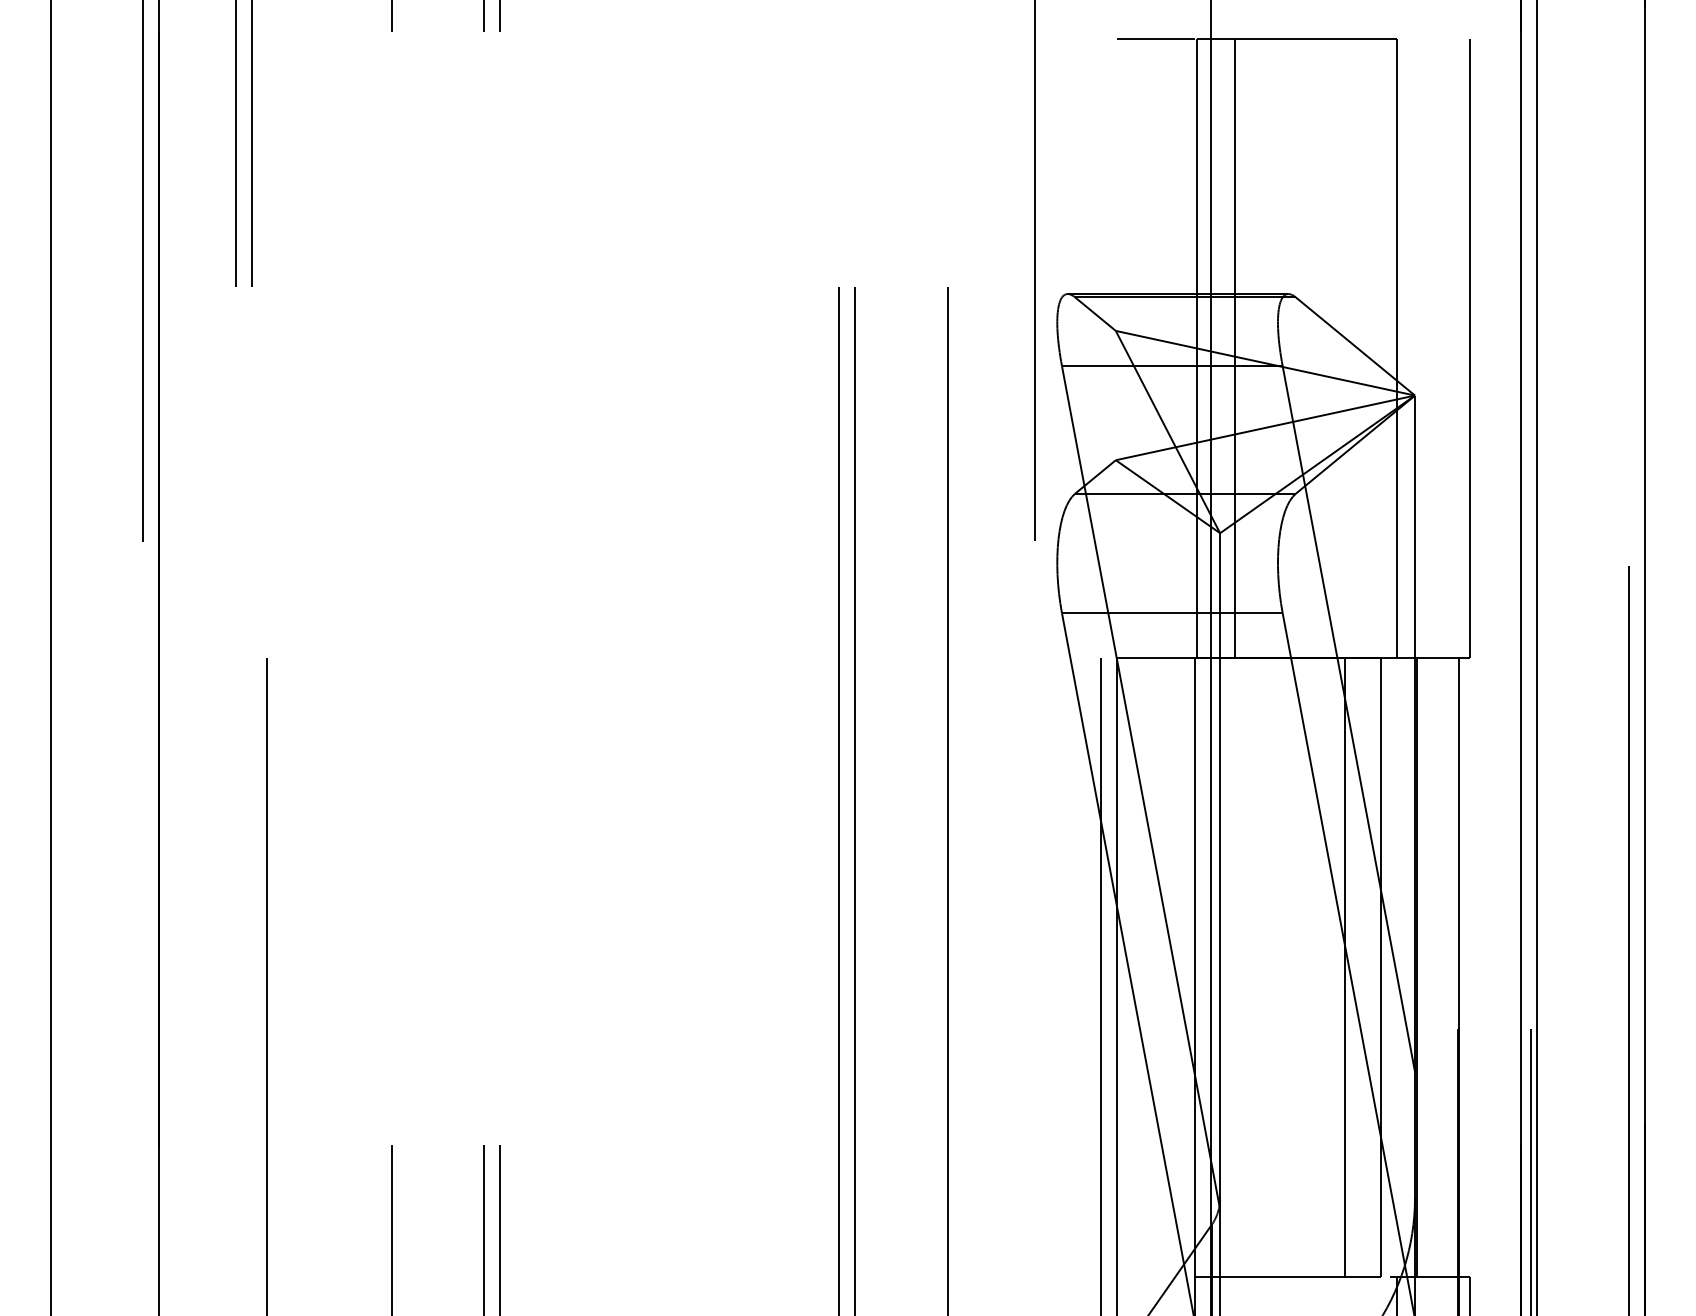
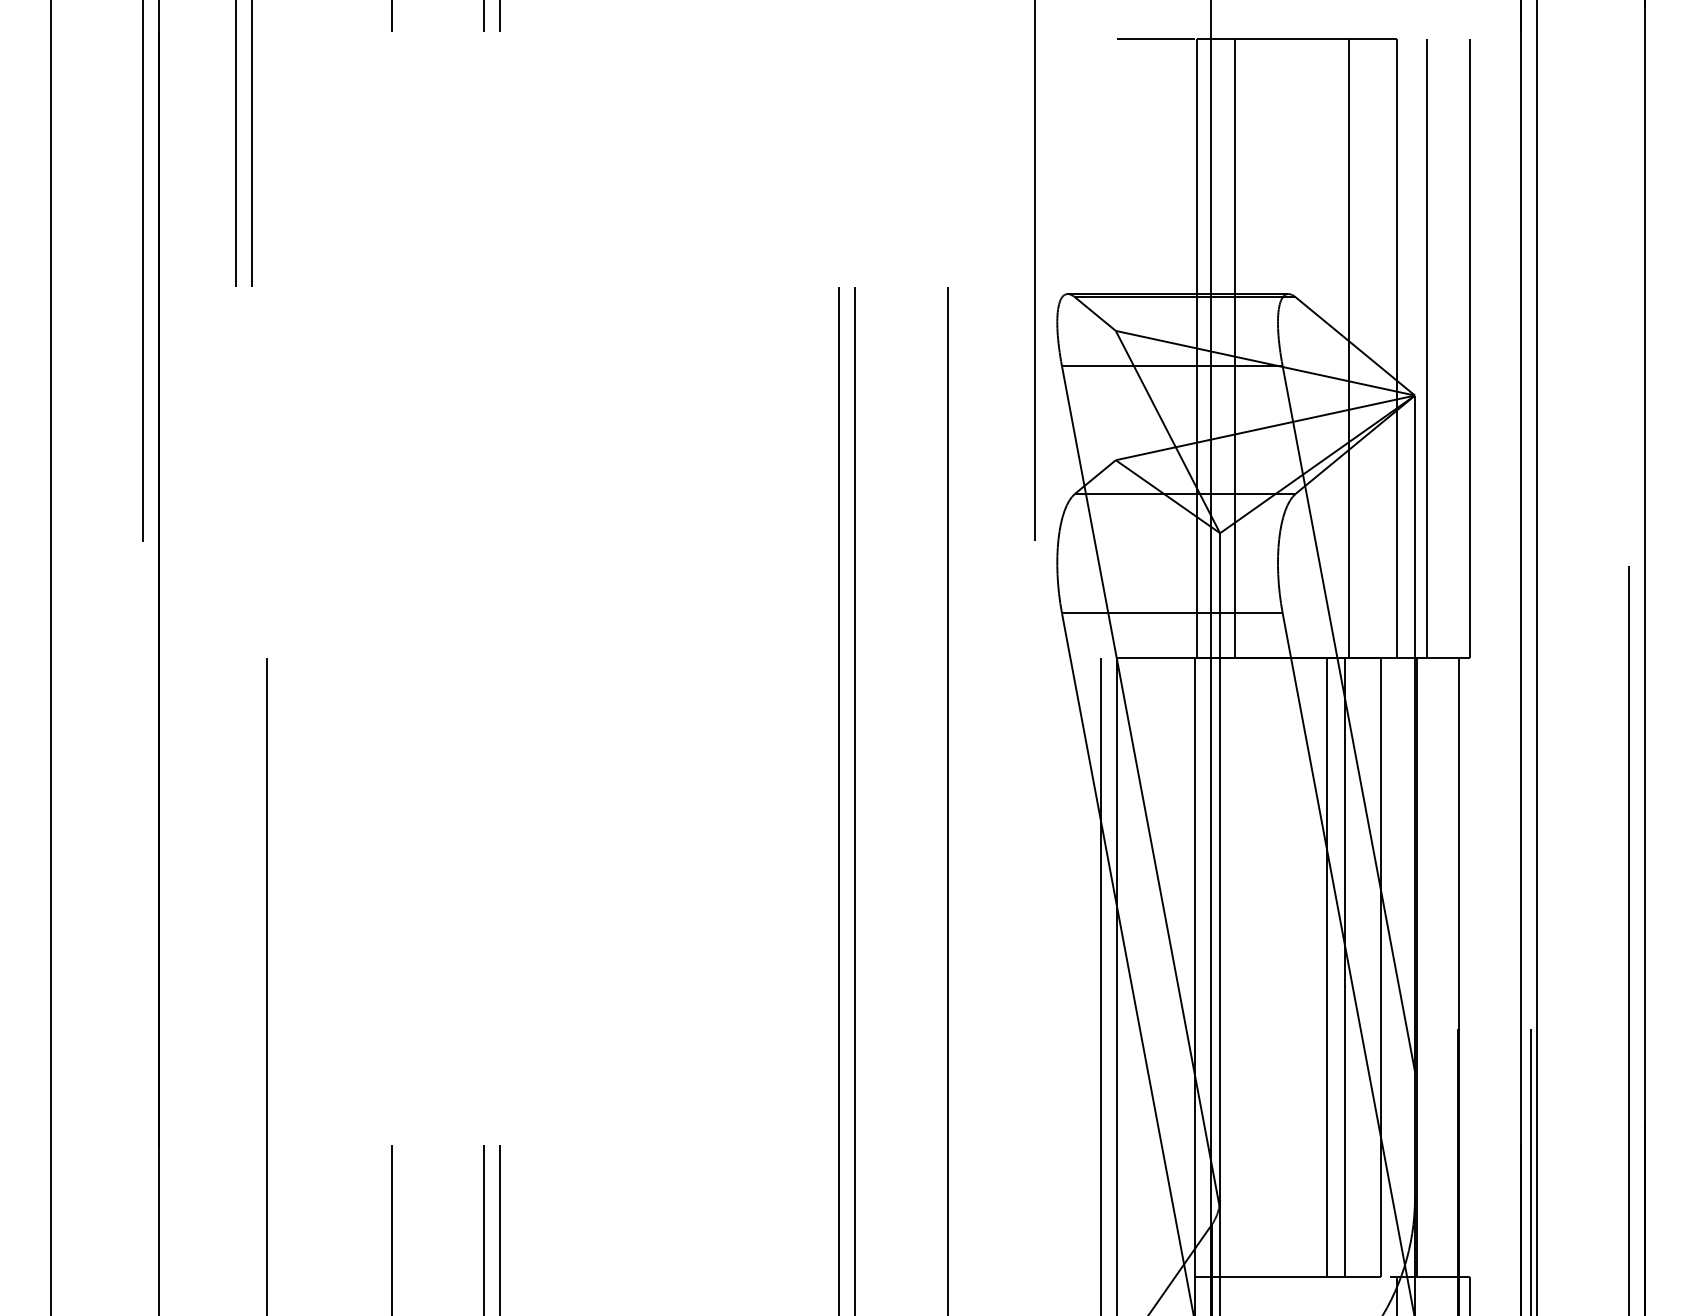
line at (1349, 348): none -> present
line at (1426, 348): none -> present
line at (1326, 966): none -> present
